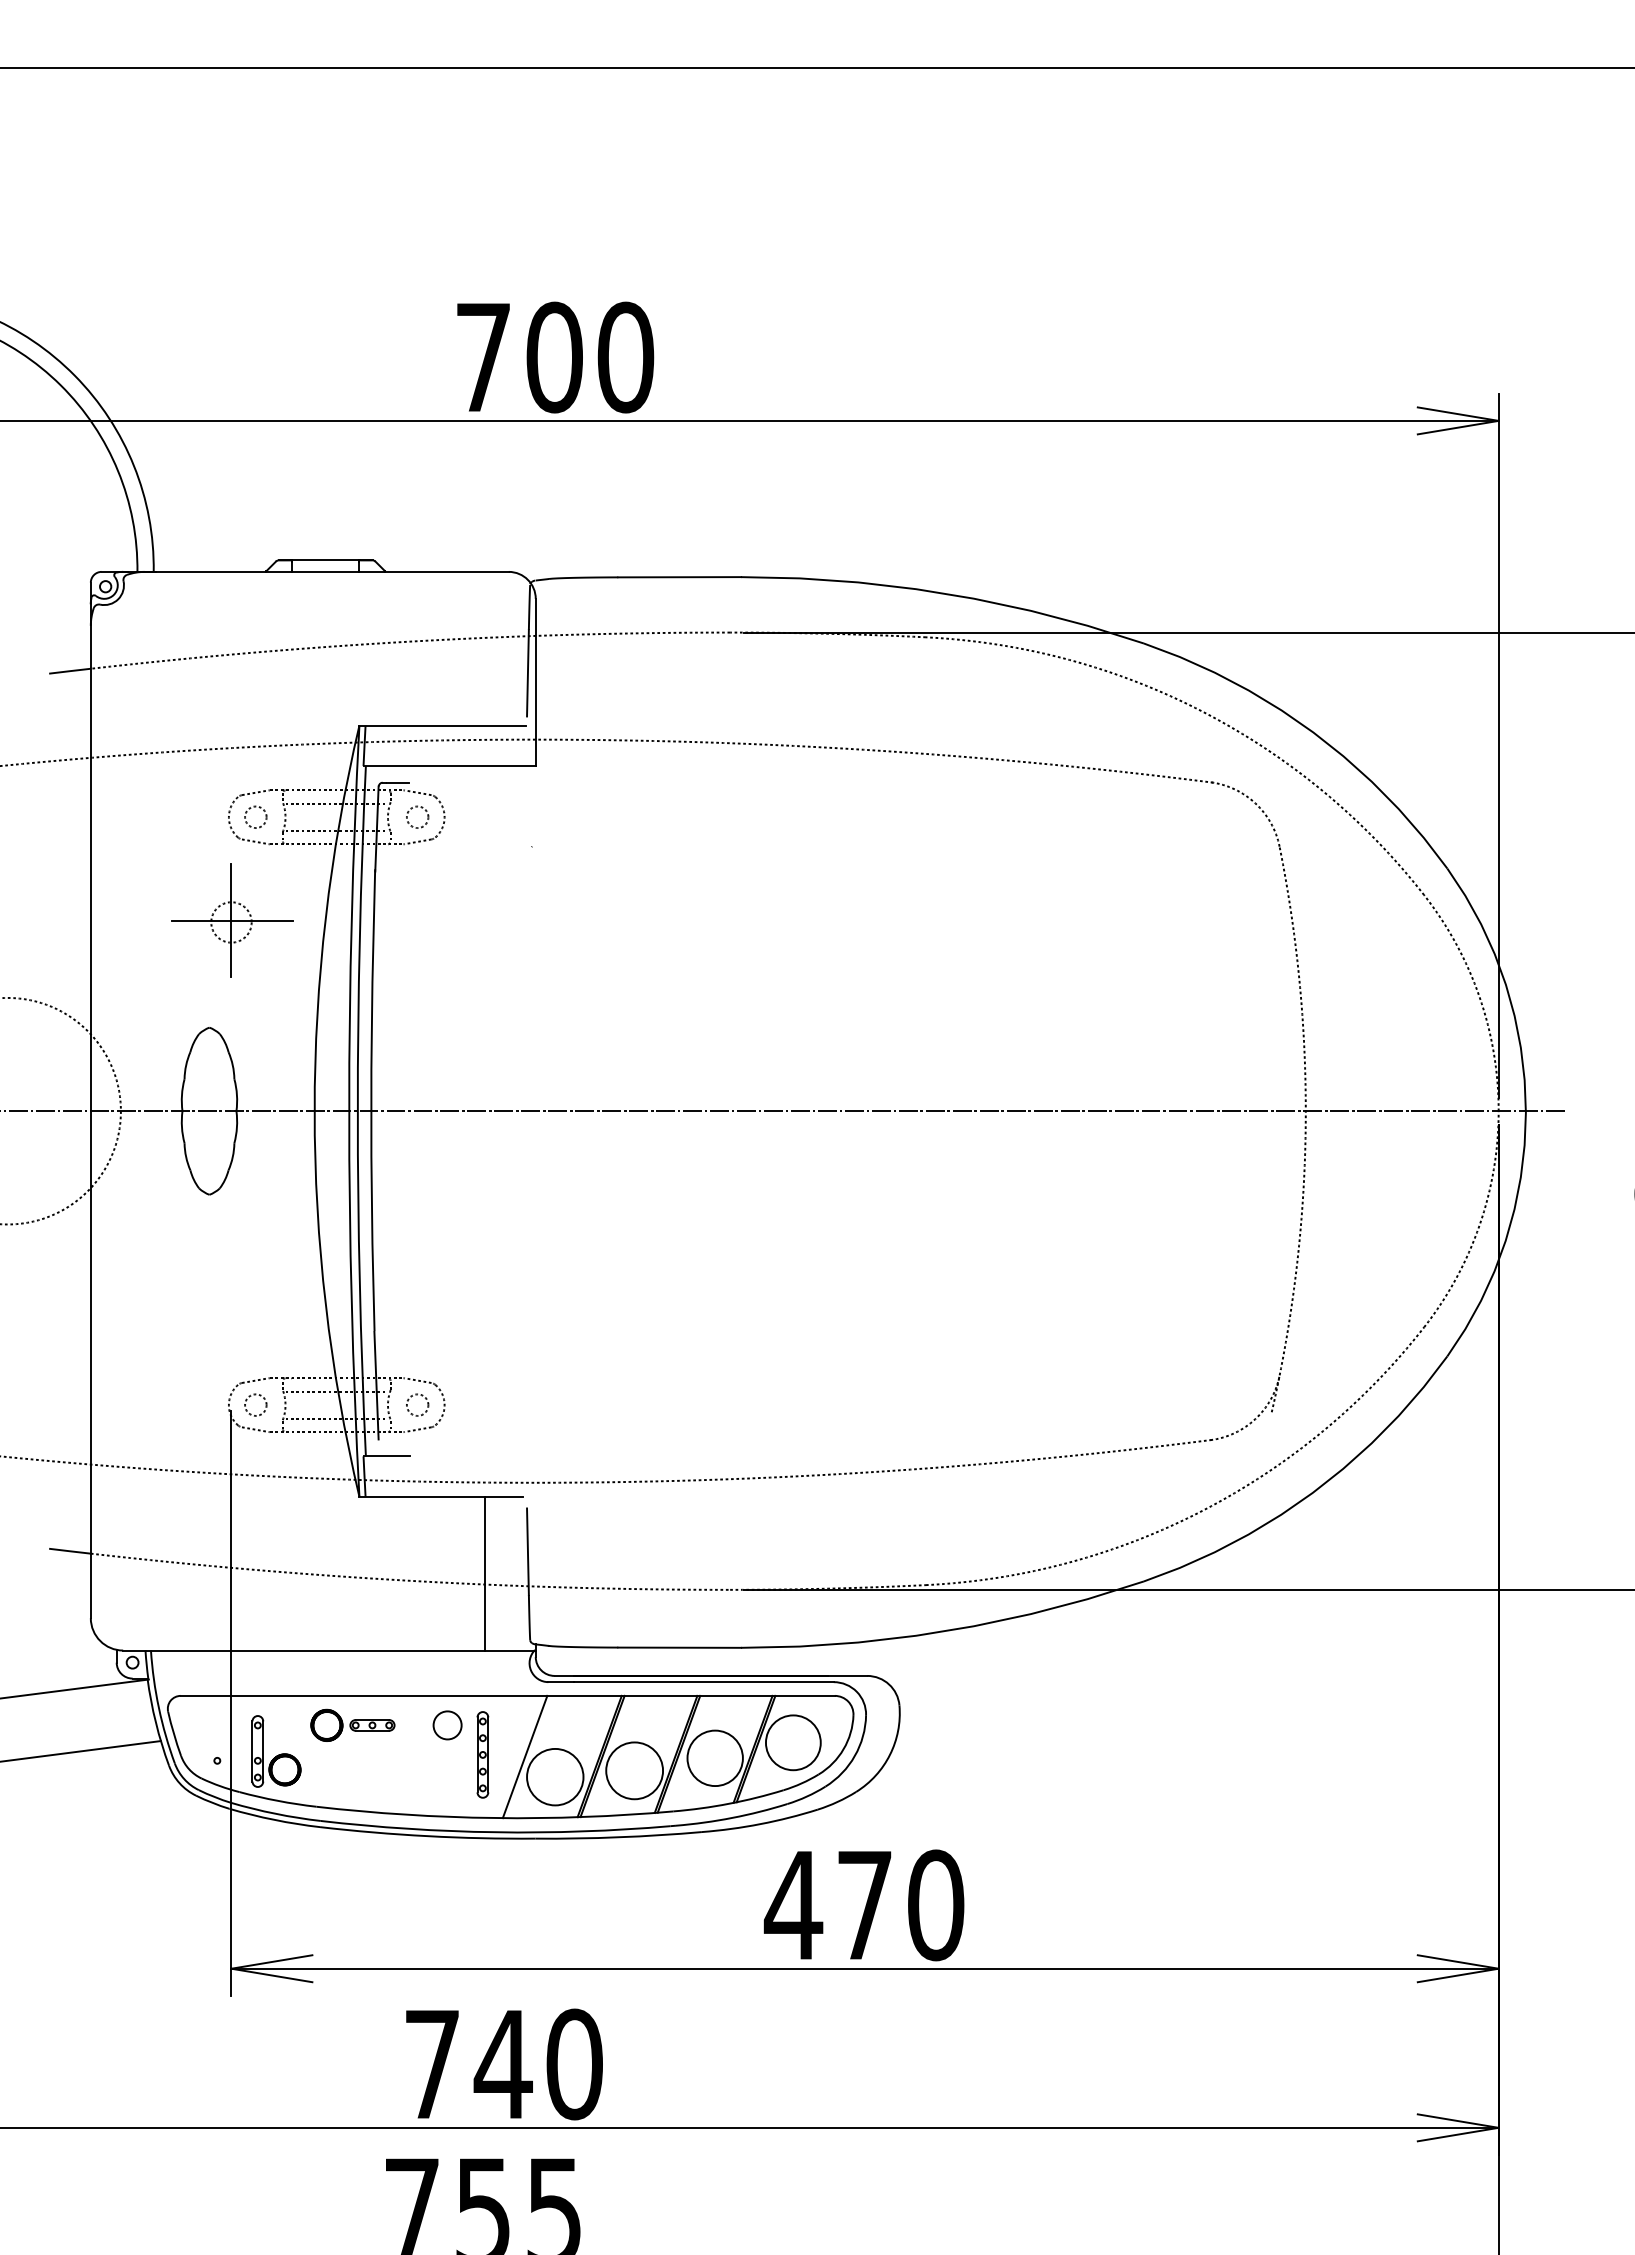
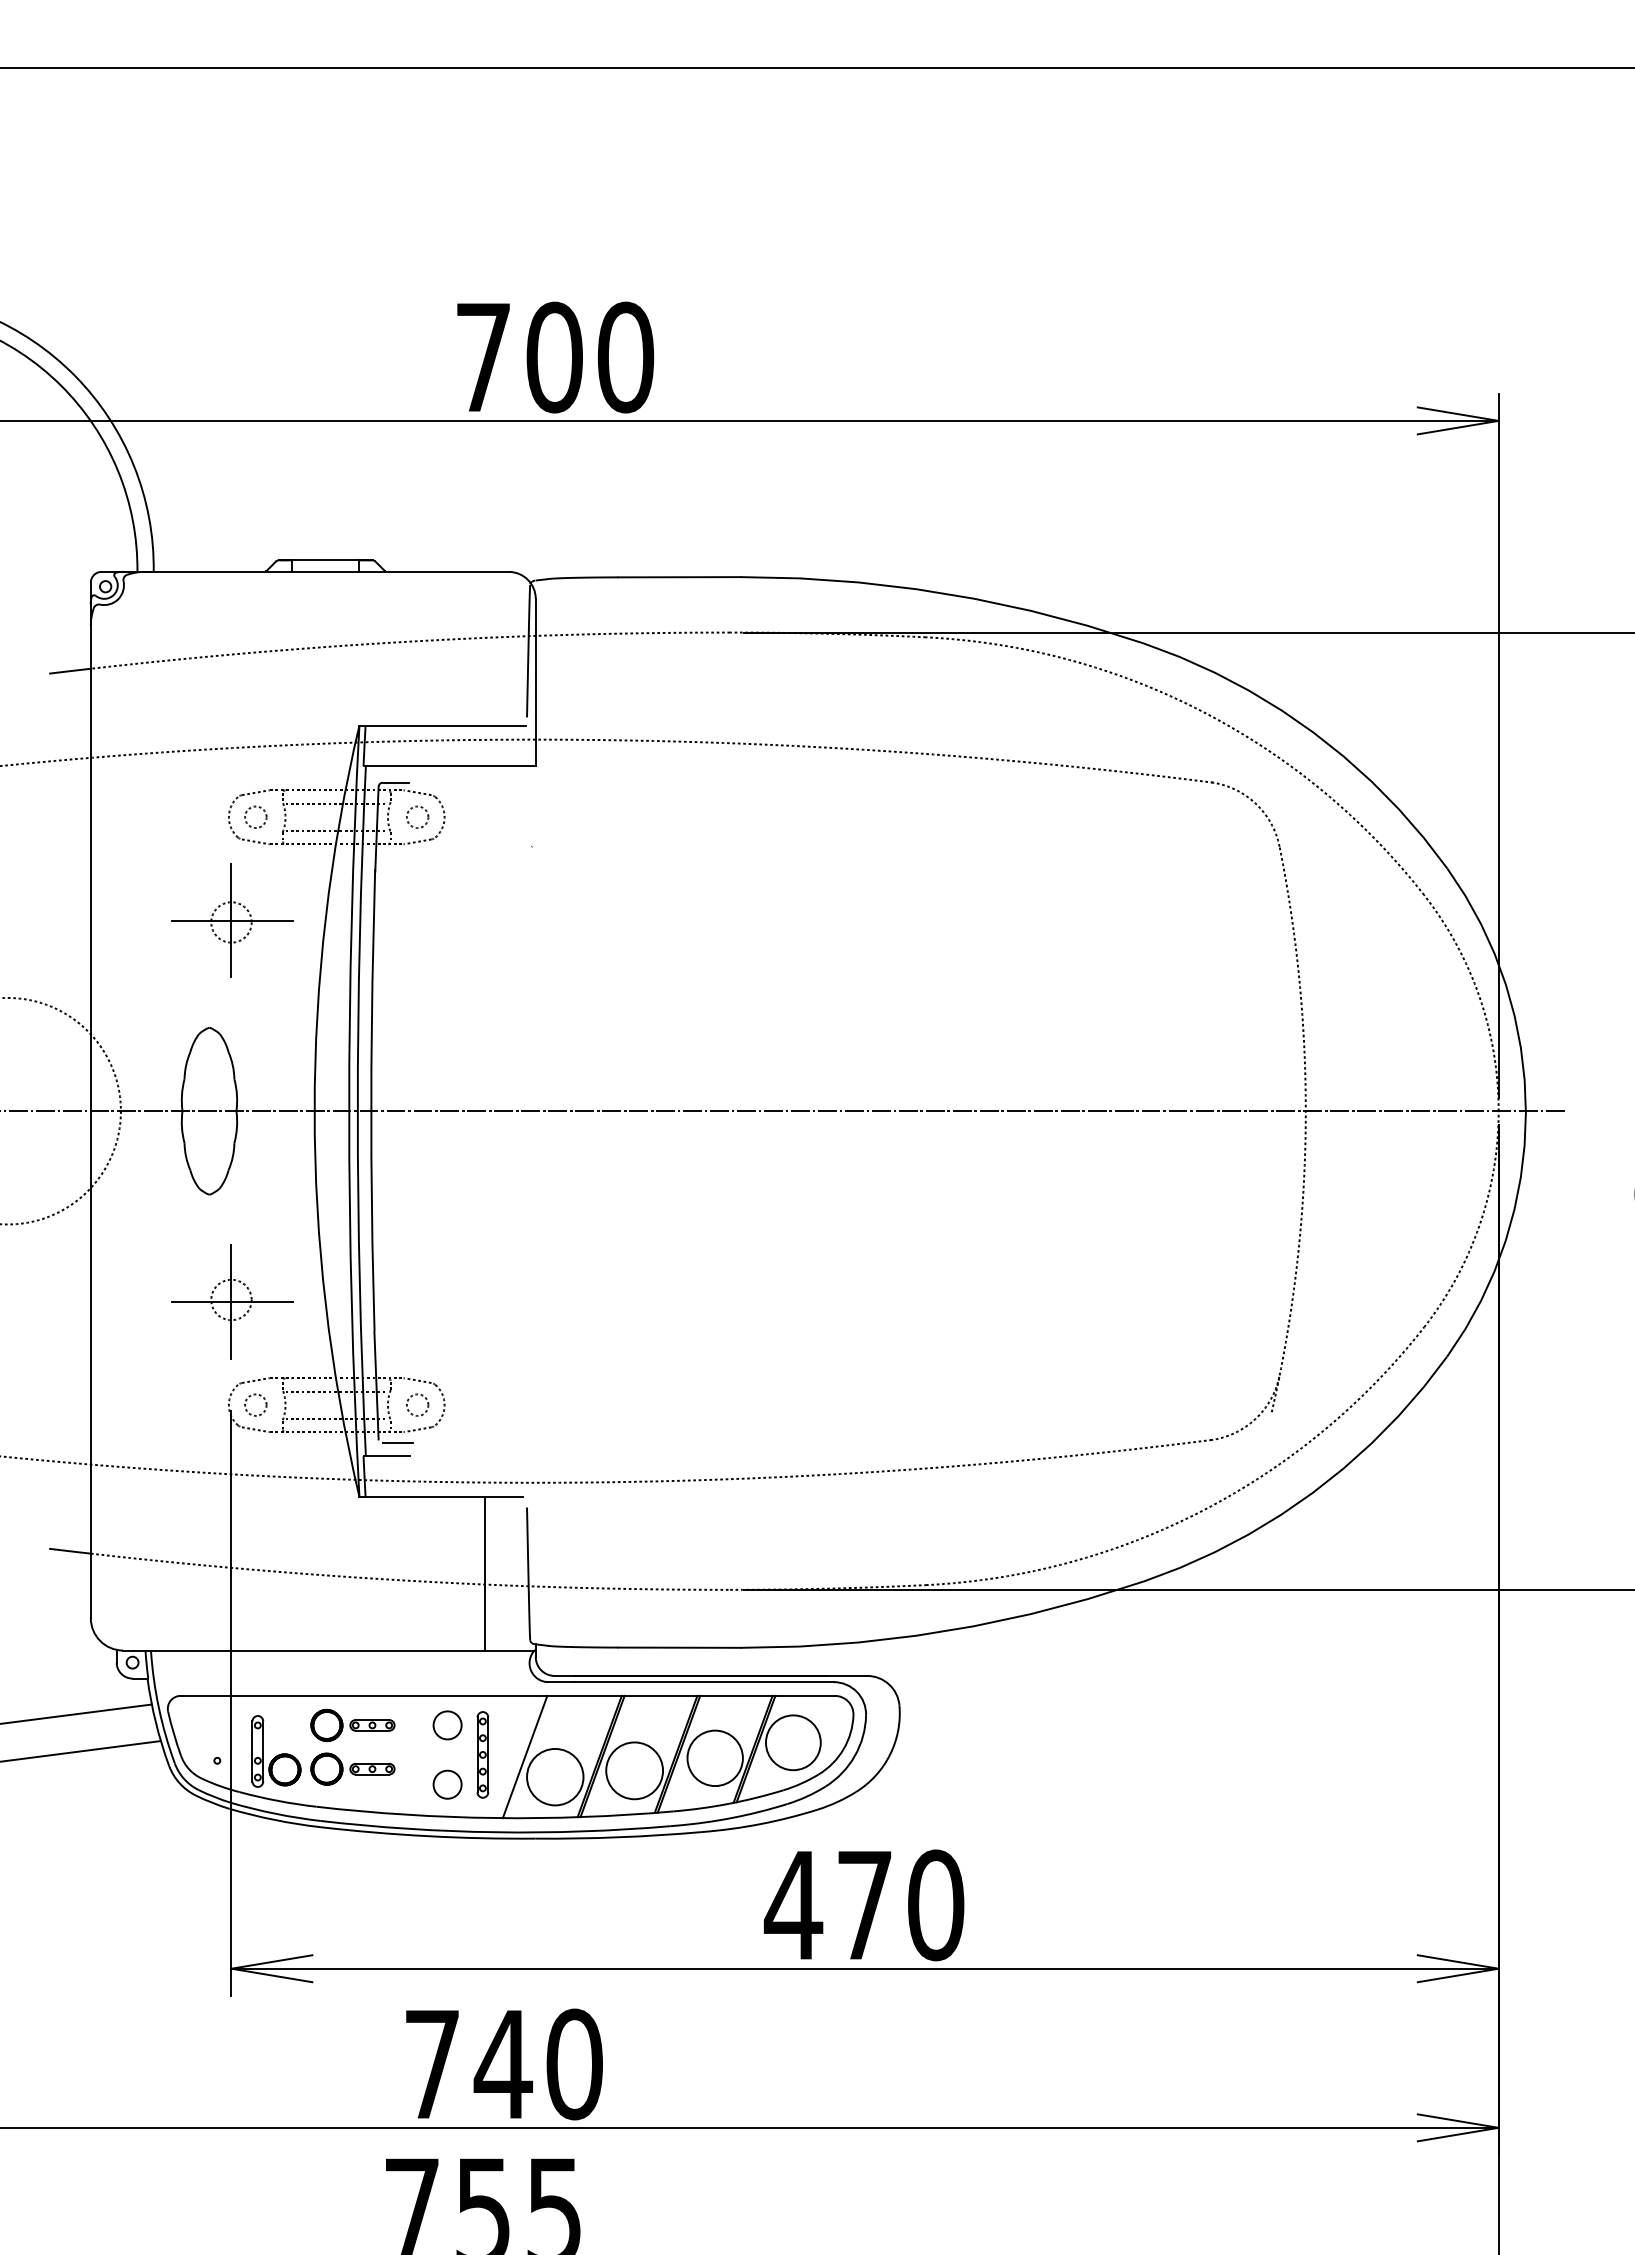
part at (232, 1301): none -> present
line at (397, 1443): none -> present
line at (75, 1688) position: (75, 1688) -> (76, 1713)
part at (352, 1768): none -> present
circle at (447, 1784): none -> present
